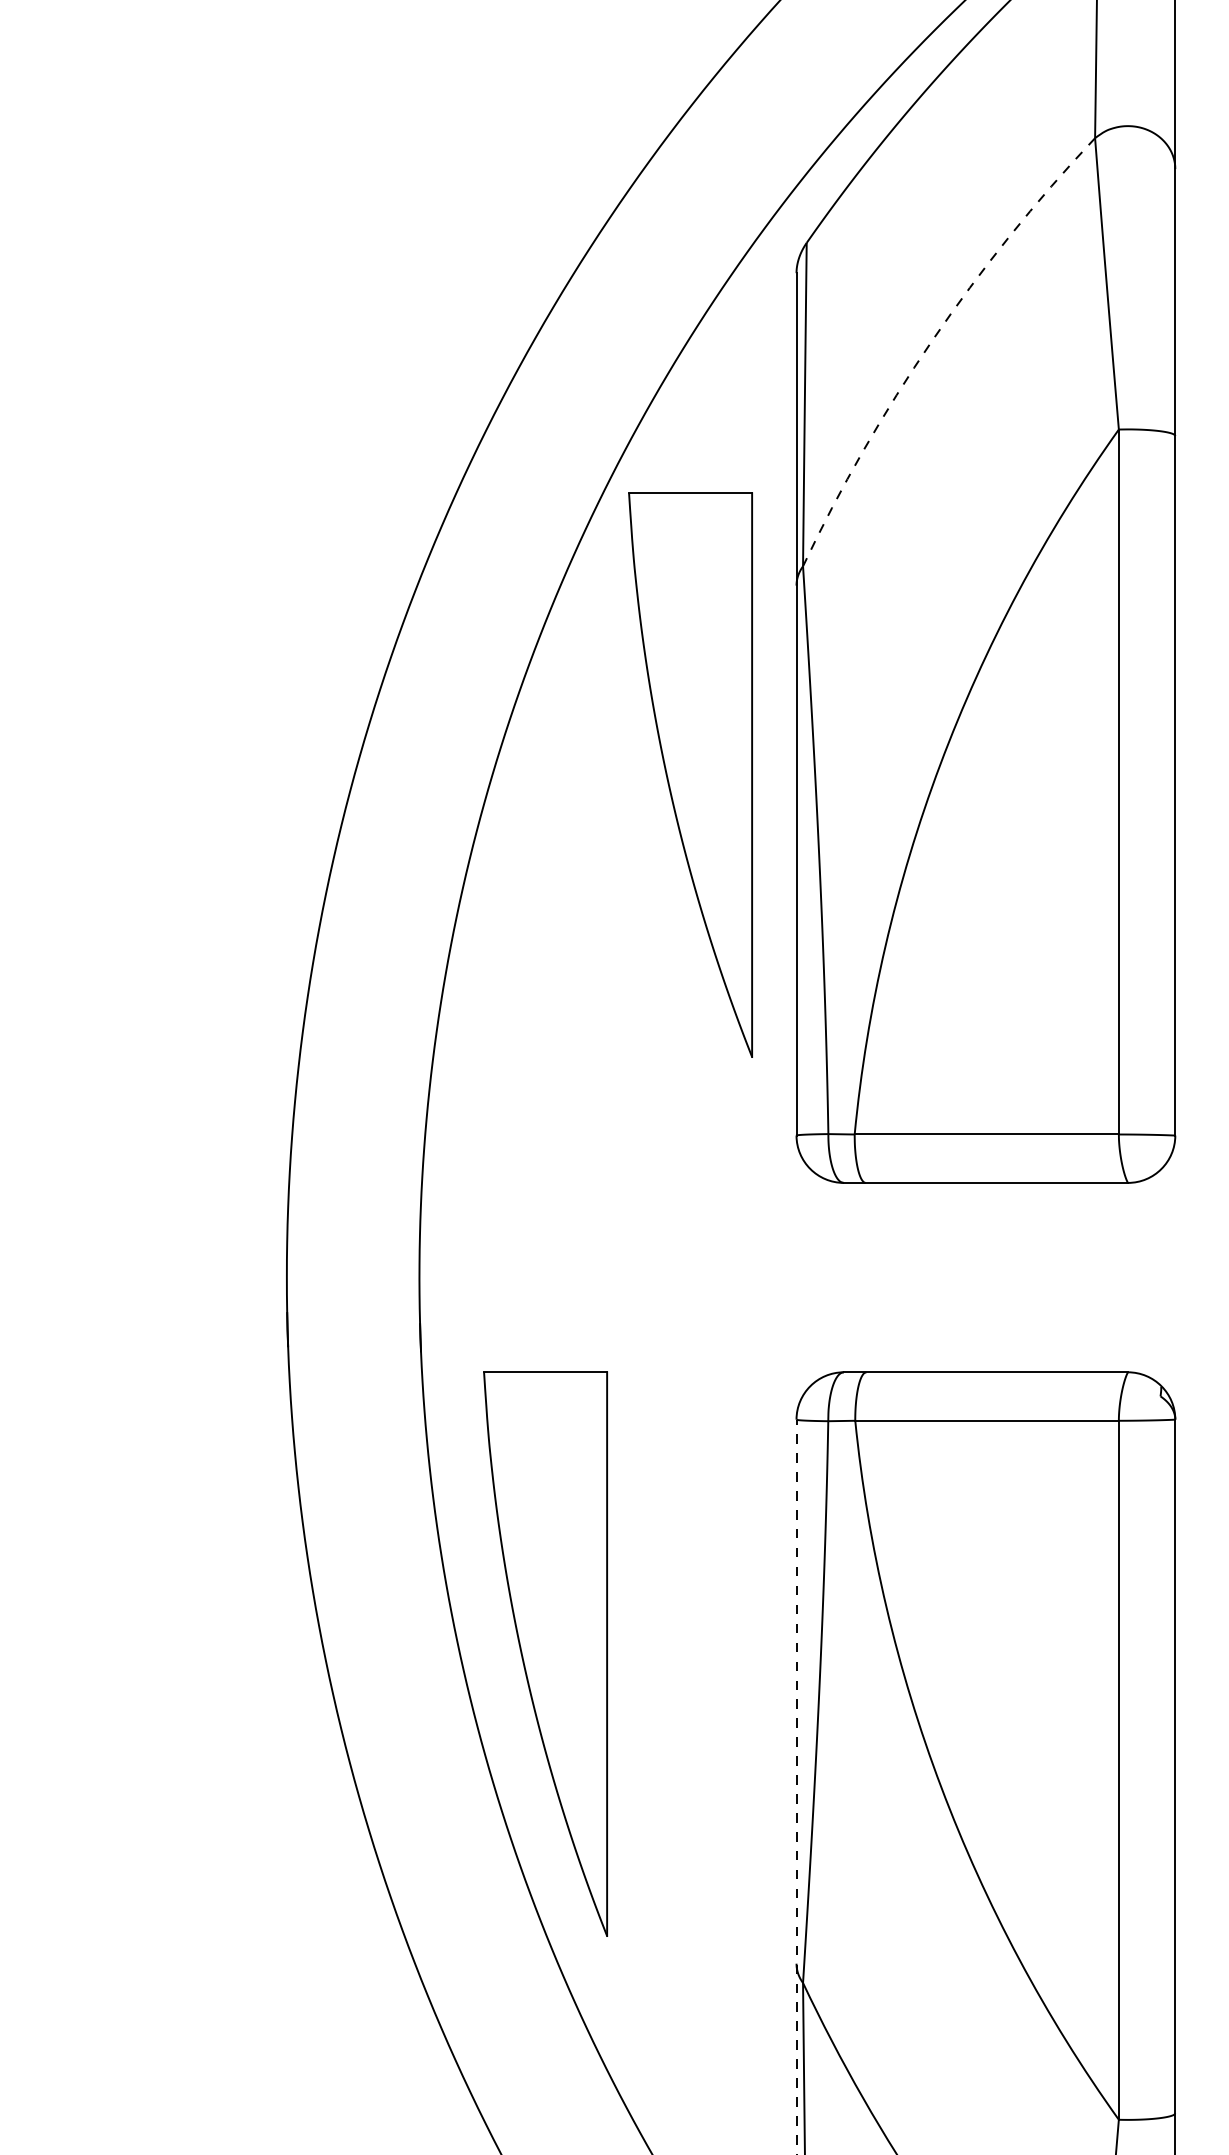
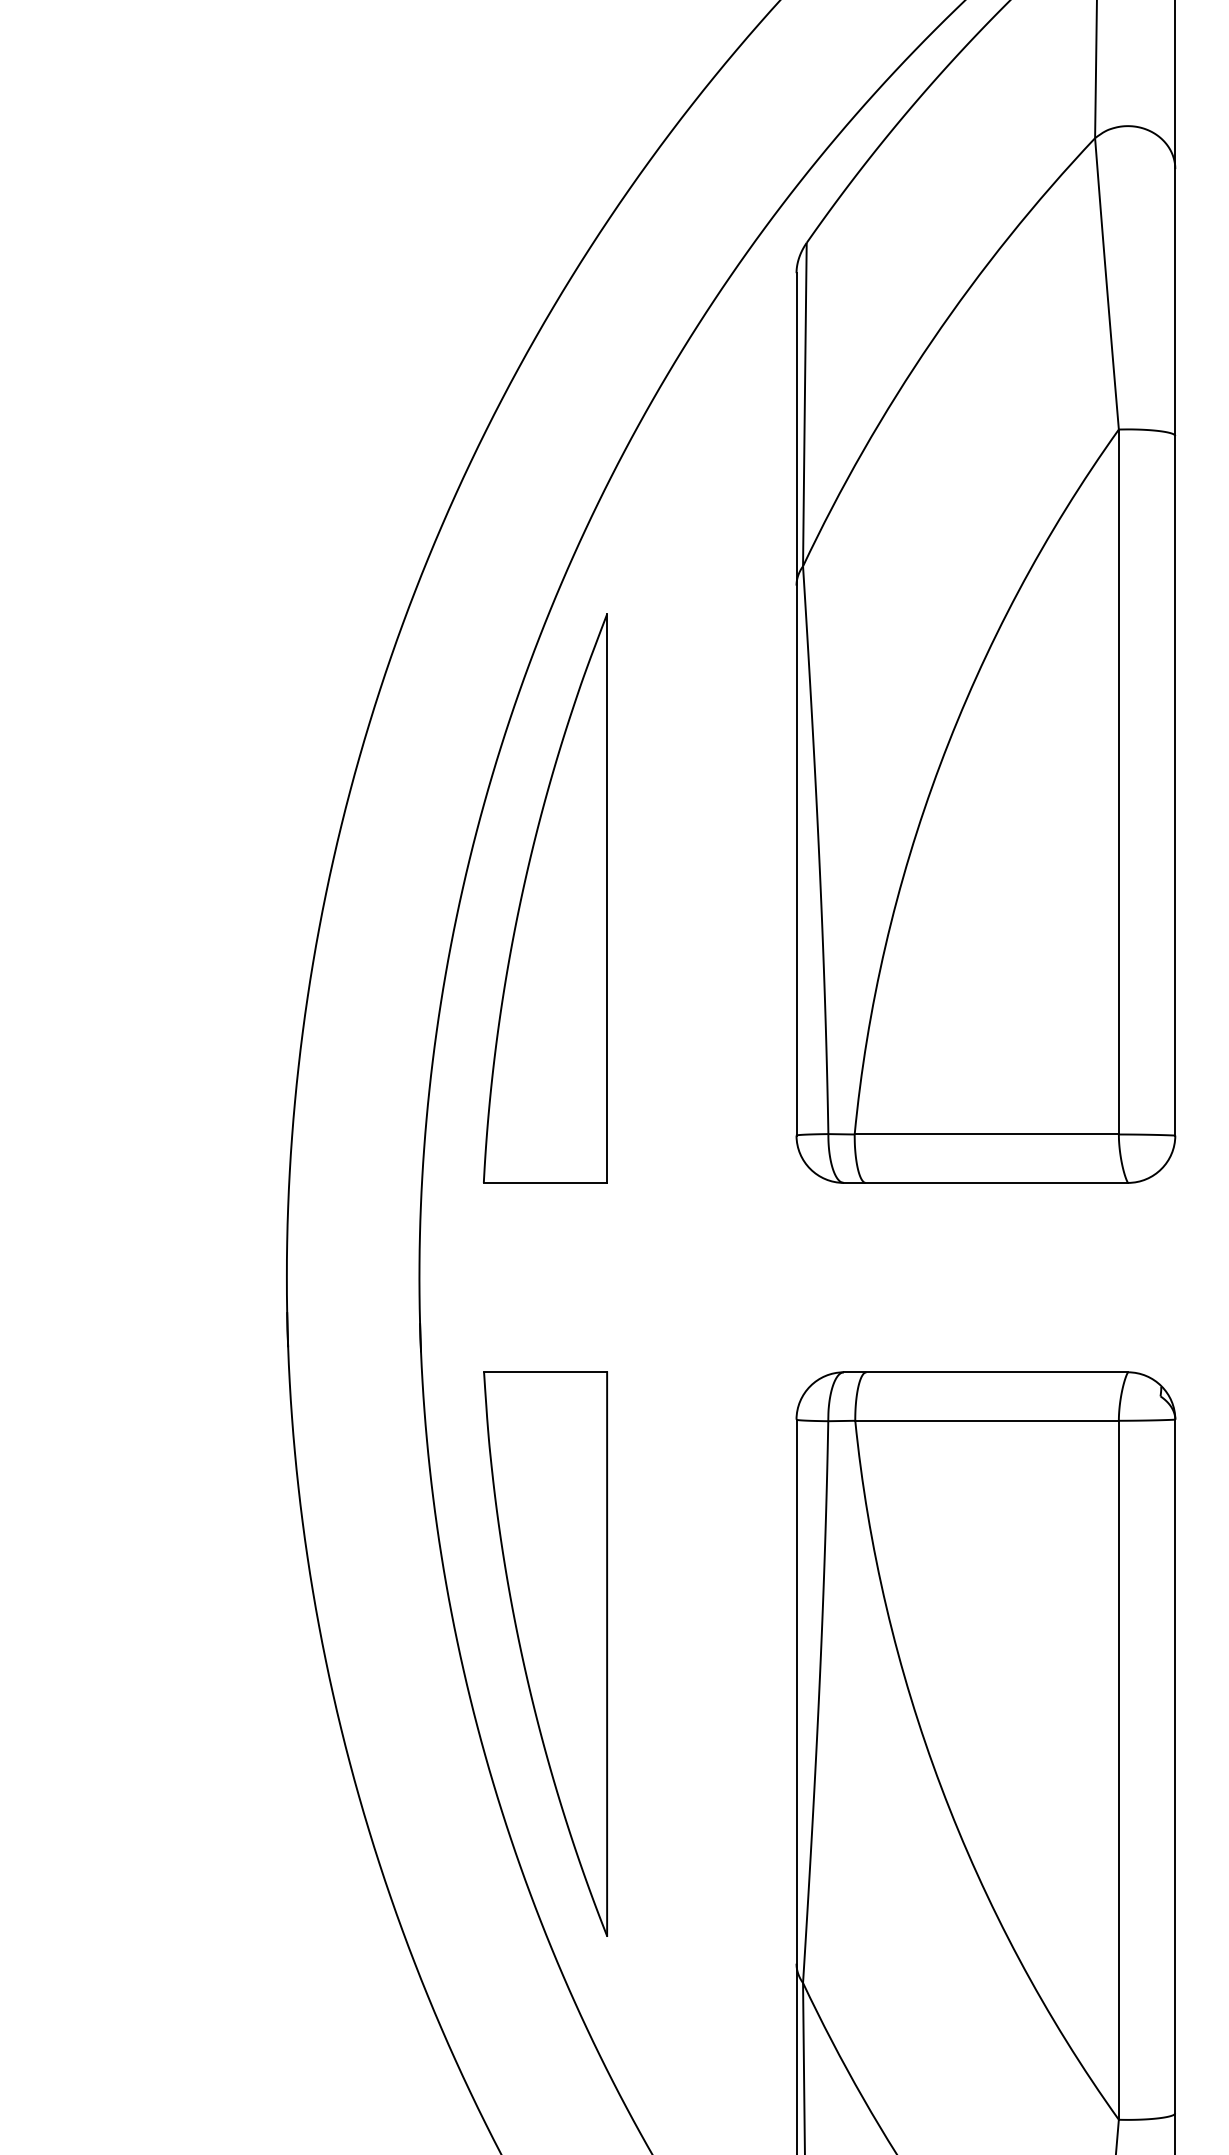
arc at (932, 340): dashed -> solid
part at (690, 774): present -> none
part at (545, 898): none -> present
line at (796, 1786): dashed -> solid
